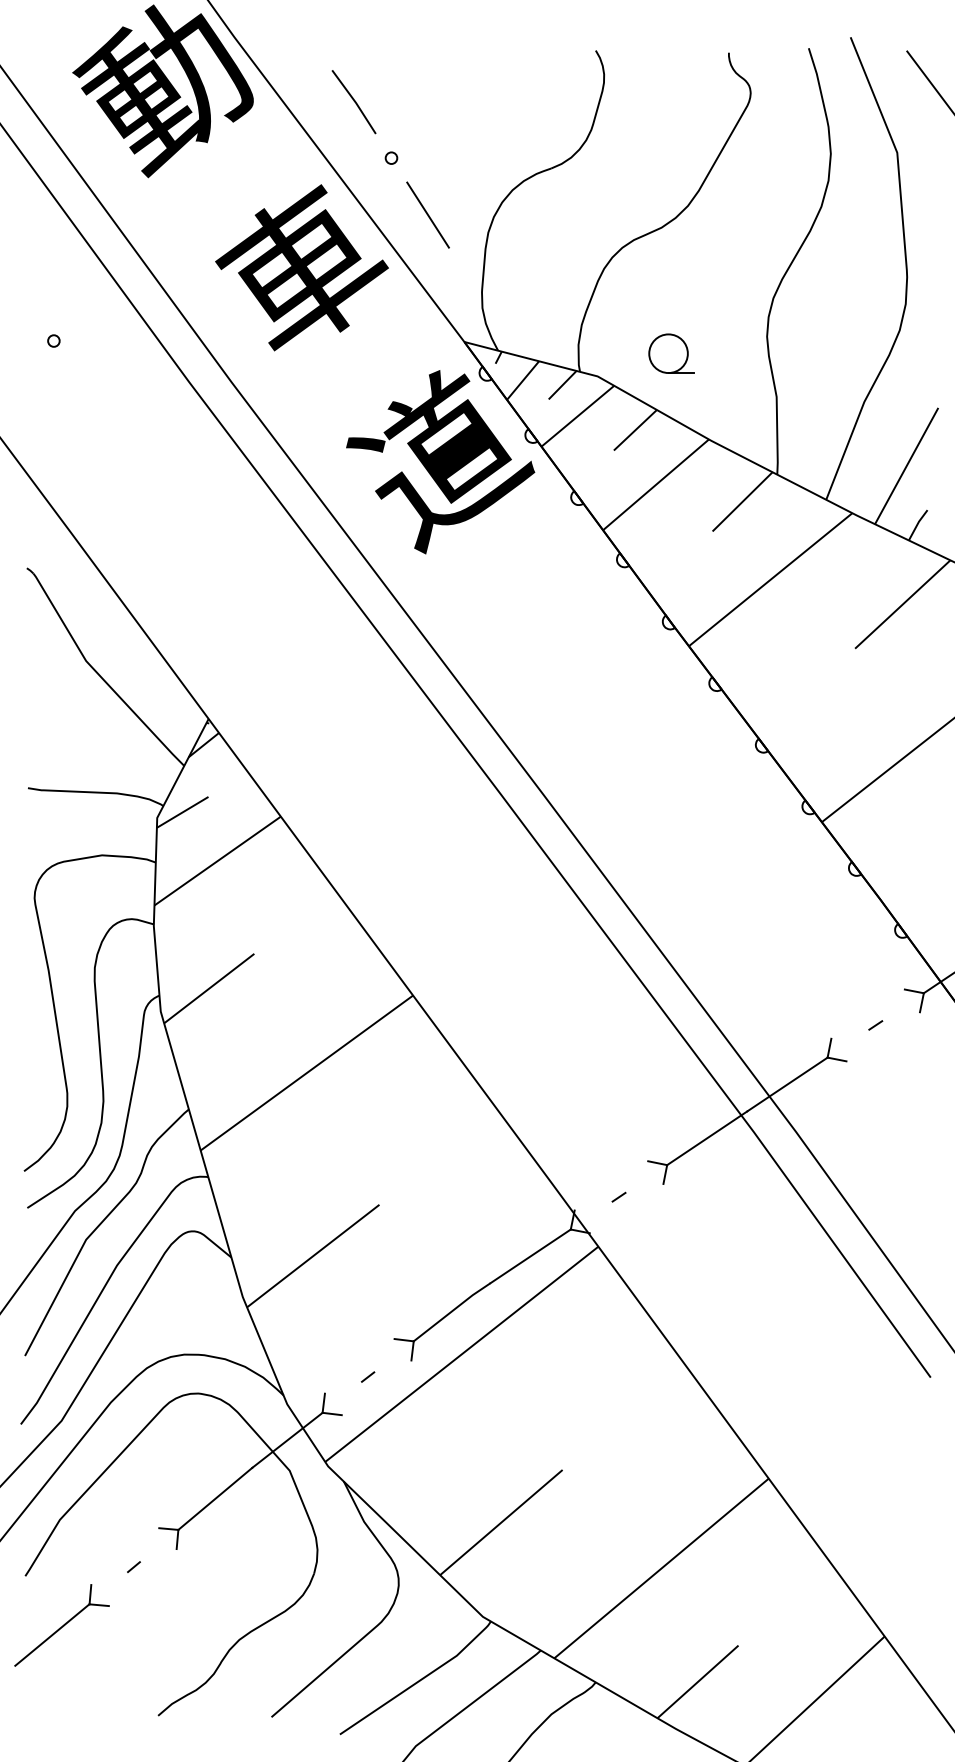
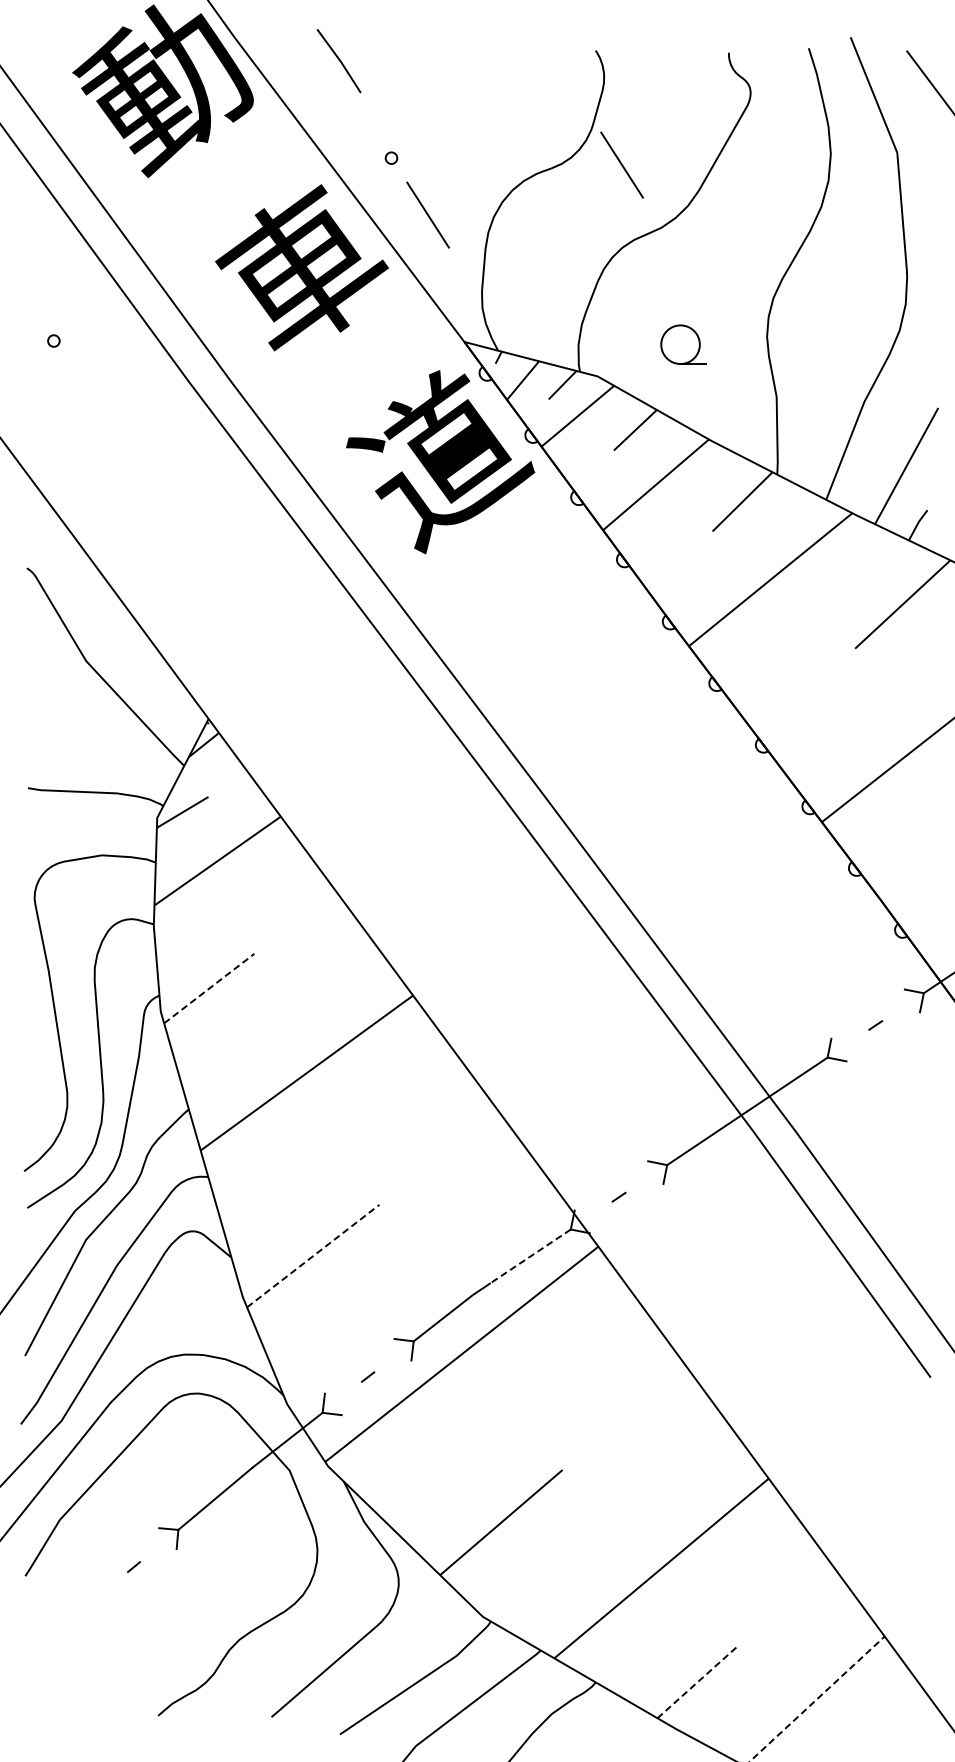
line at (353, 101) position: (353, 101) -> (338, 60)
line at (621, 164): none -> present
part at (671, 353) position: (671, 353) -> (683, 344)
line at (209, 988): solid -> dashed
line at (313, 1256): solid -> dashed
line at (530, 1256): solid -> dashed
part at (61, 1625): present -> none
line at (698, 1681): solid -> dashed
line at (817, 1698): solid -> dashed
